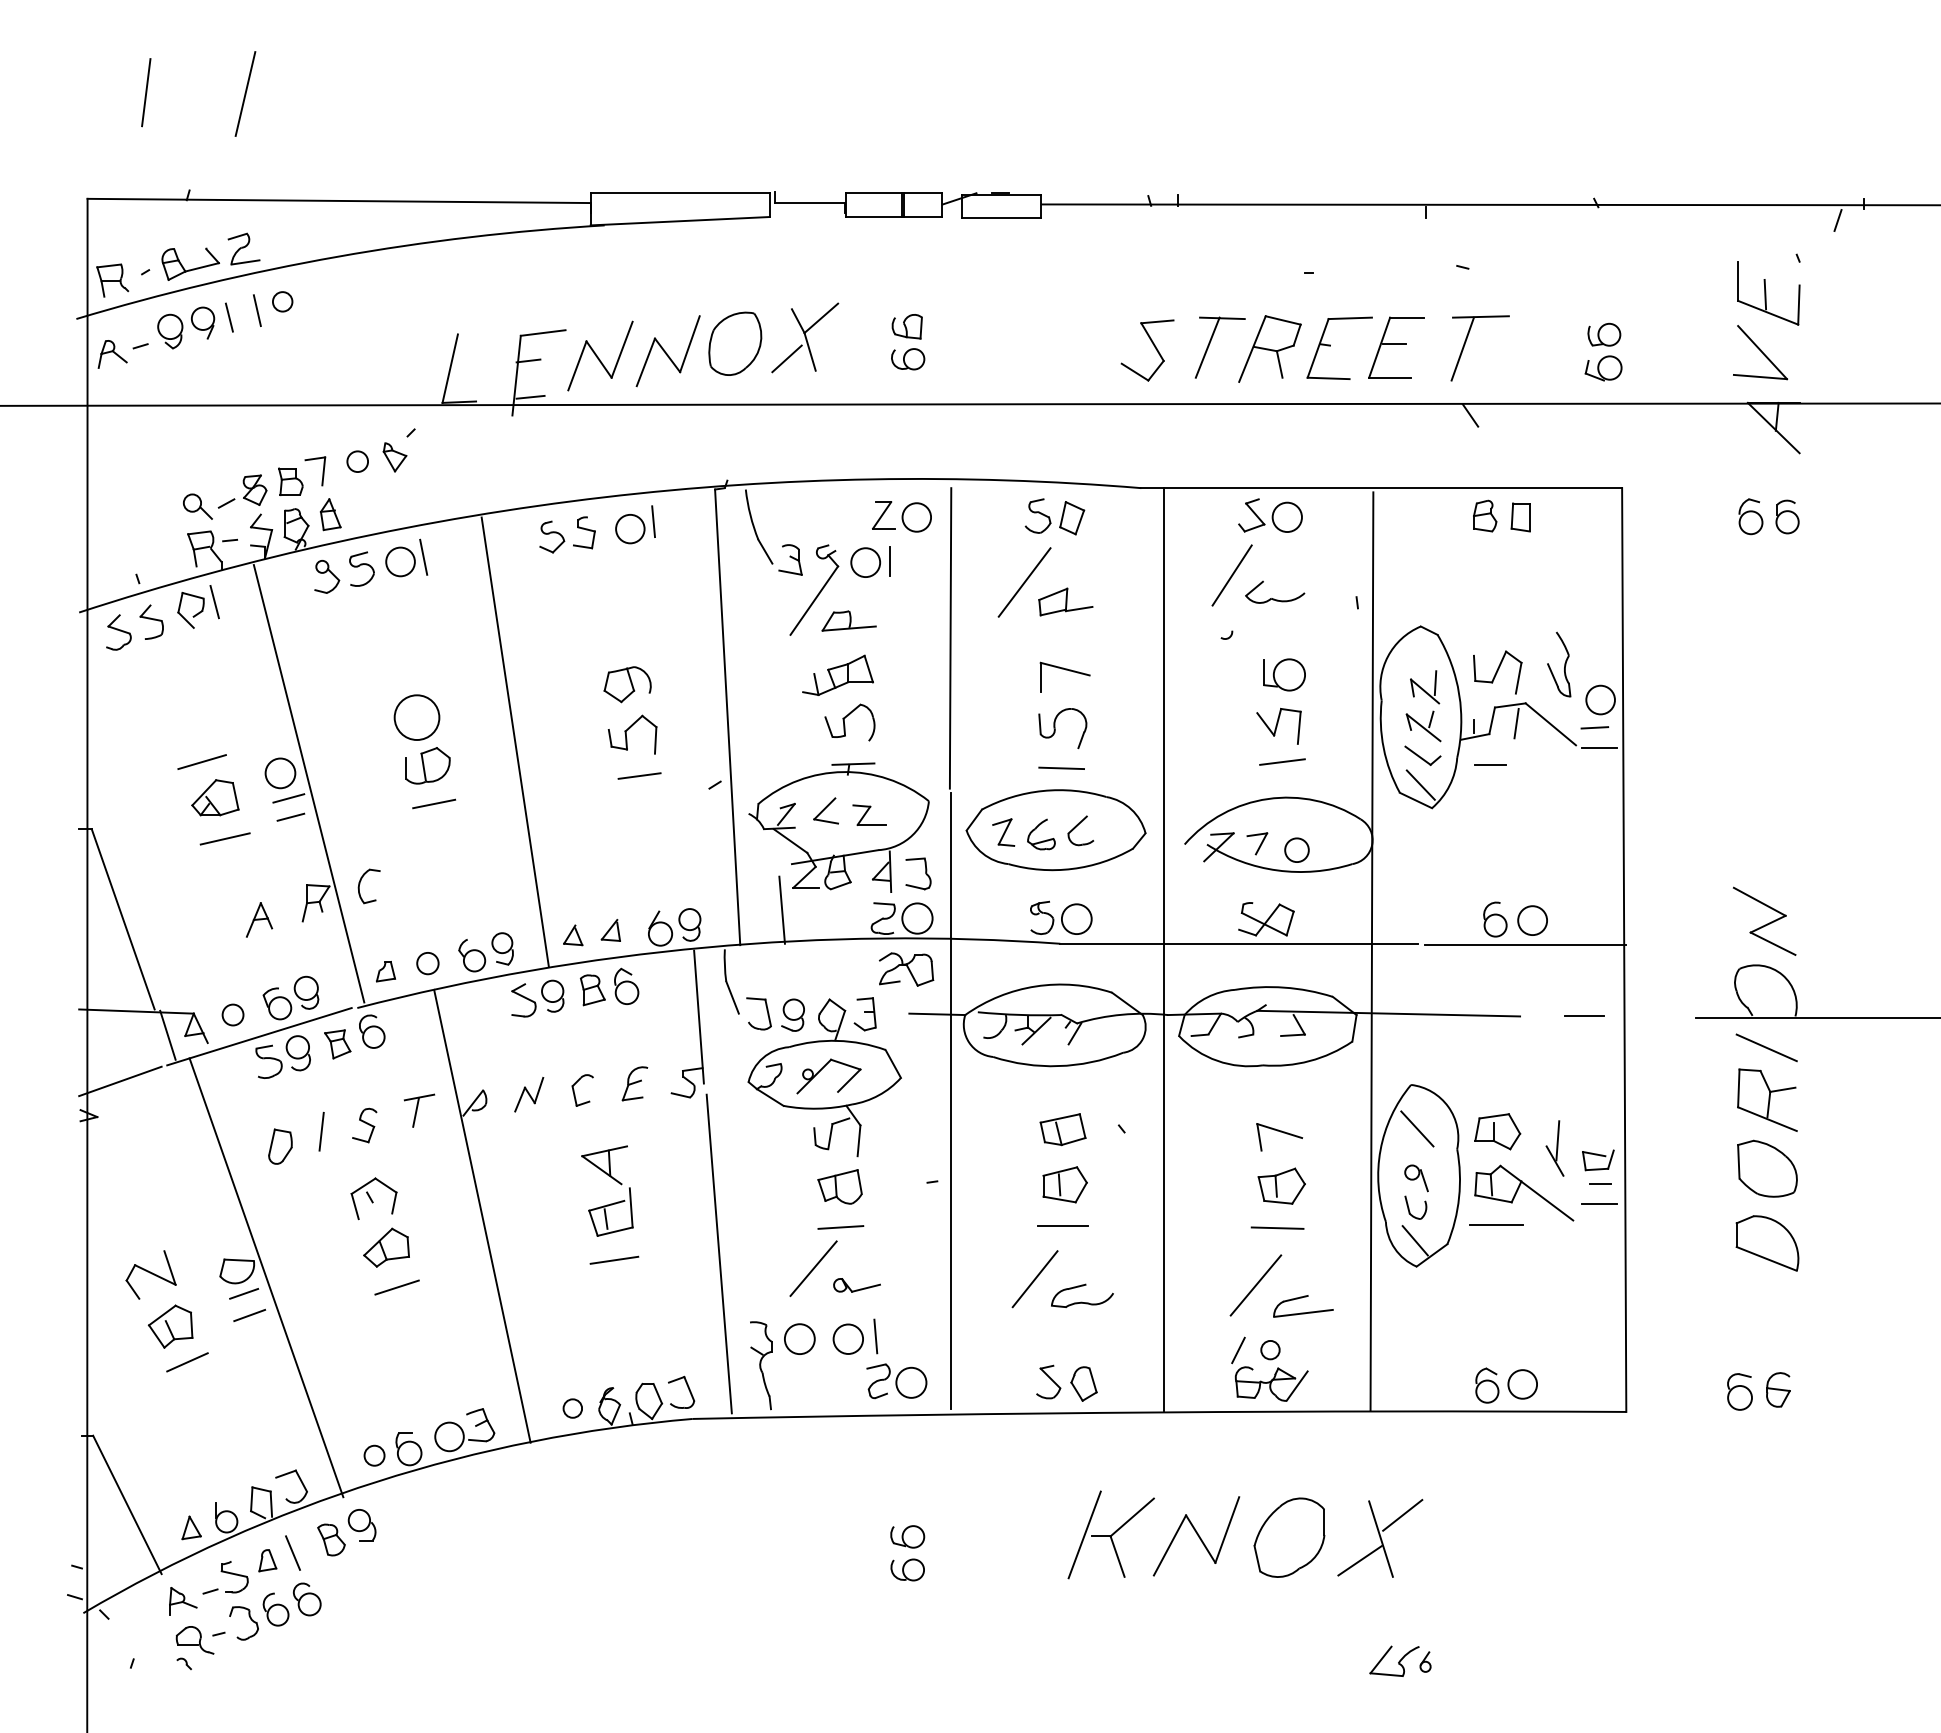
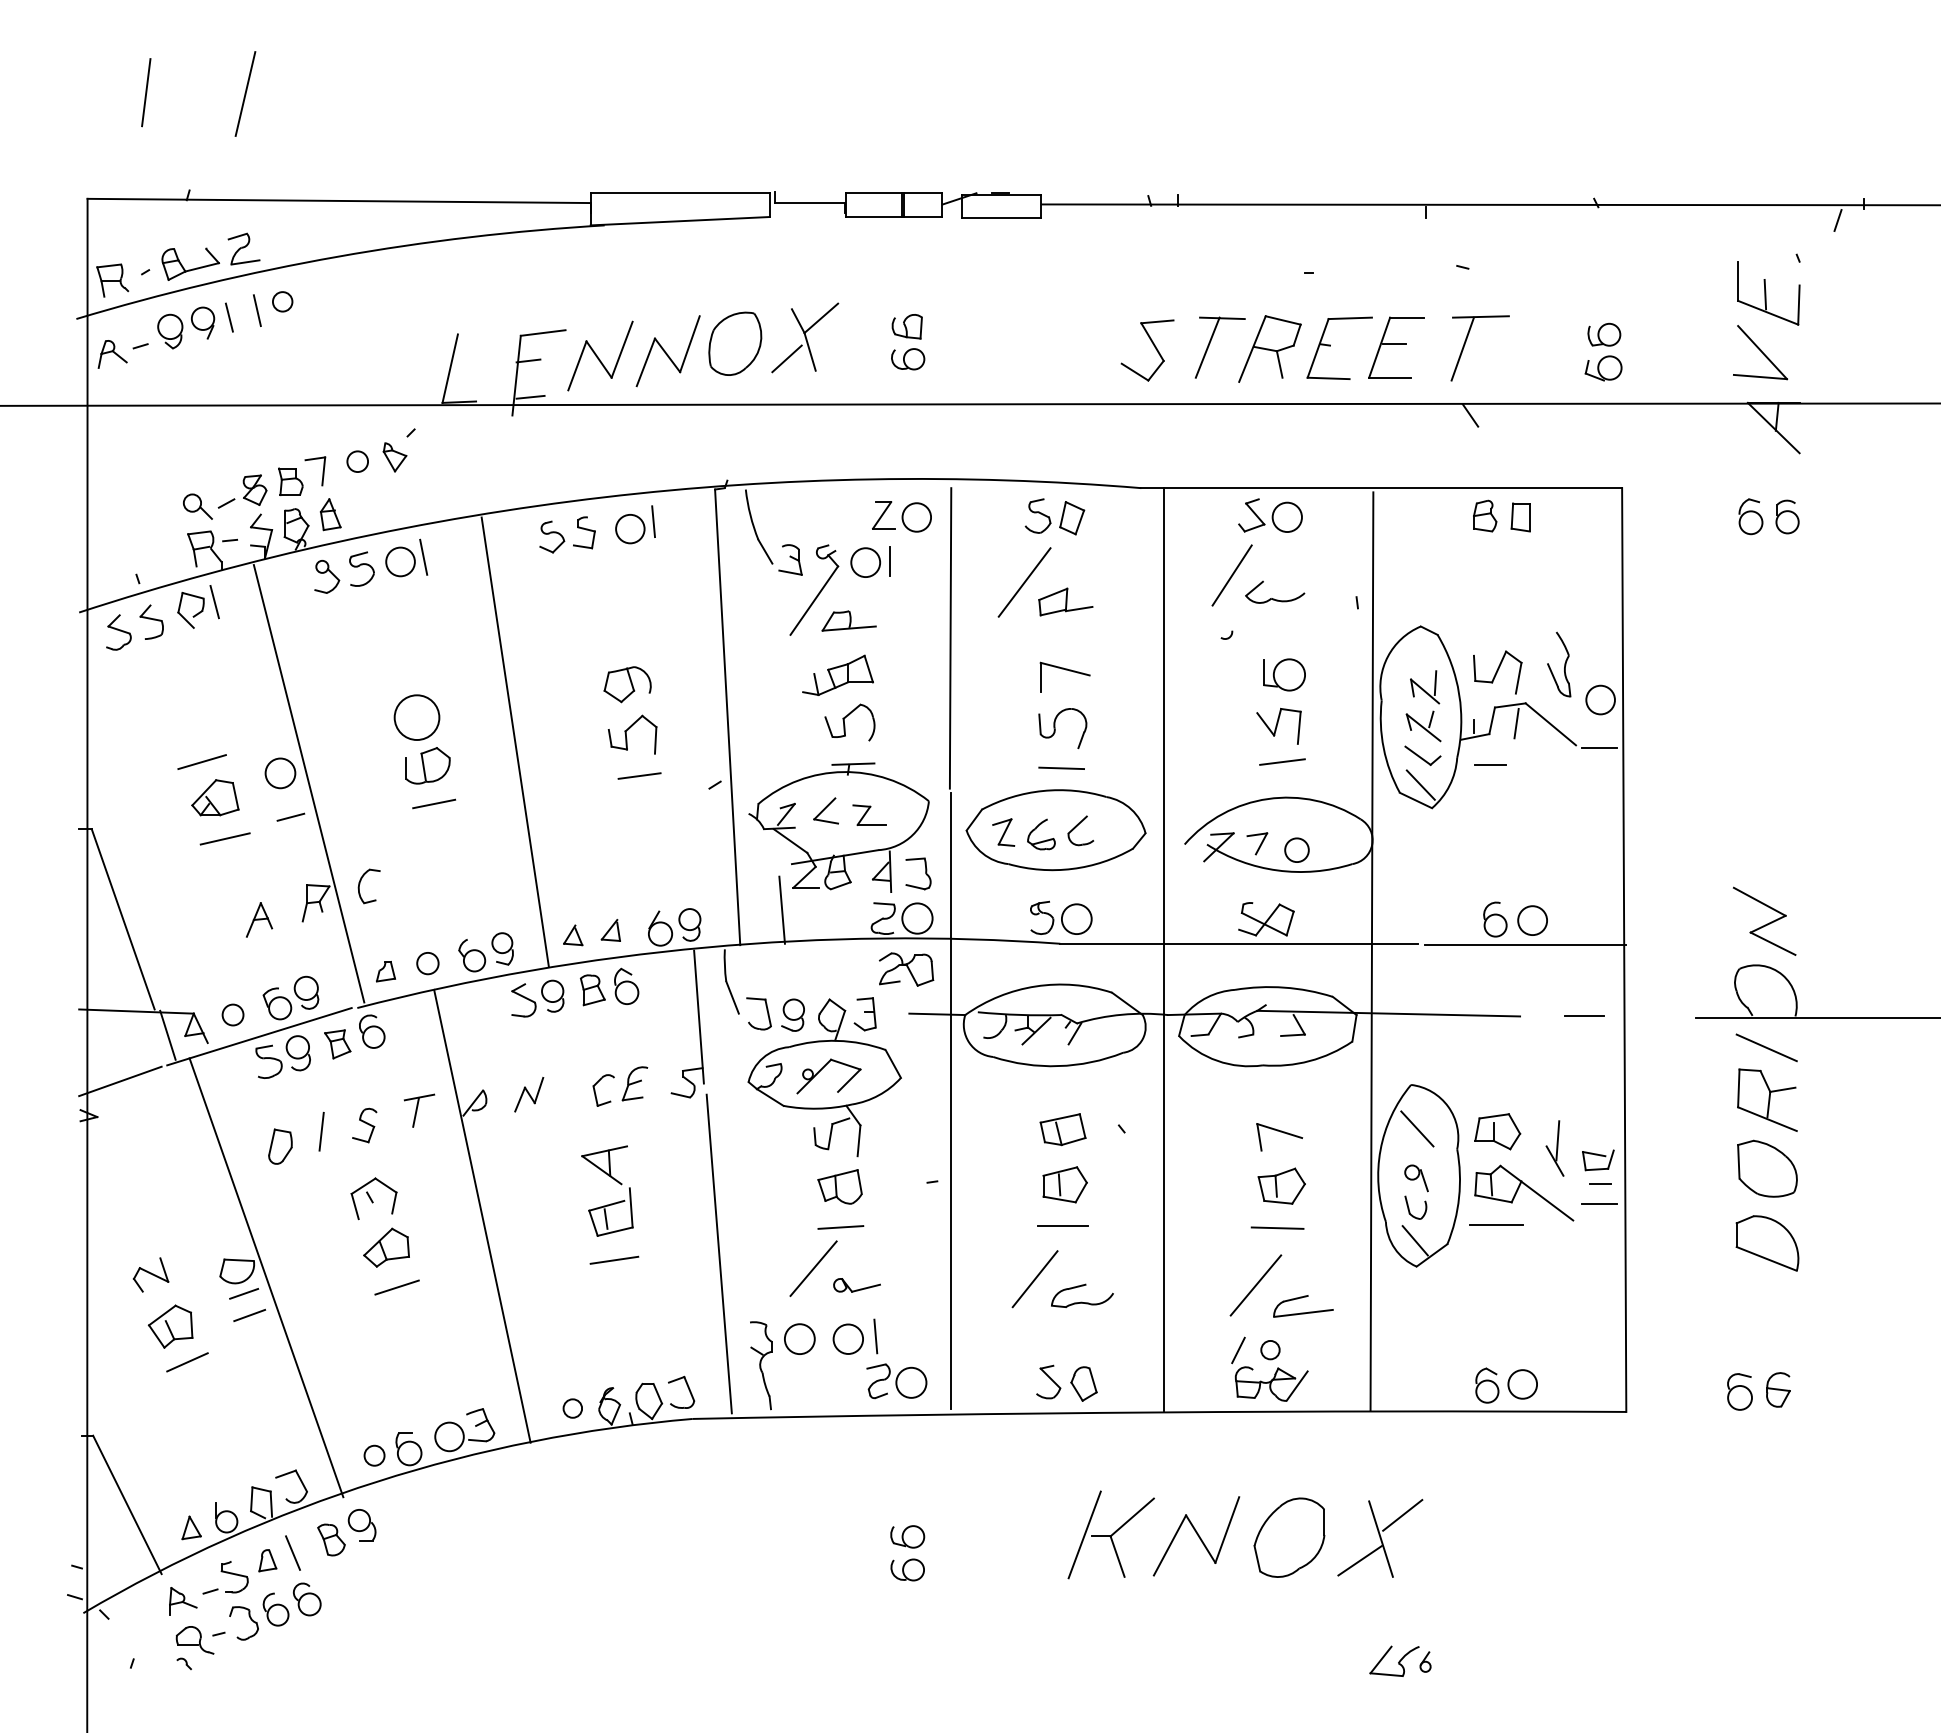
line at (1594, 727): present -> none
line at (288, 798): present -> none
part at (574, 1090) position: (574, 1090) -> (595, 1090)
part at (150, 1274) size: 52x50 px -> 38x36 px
